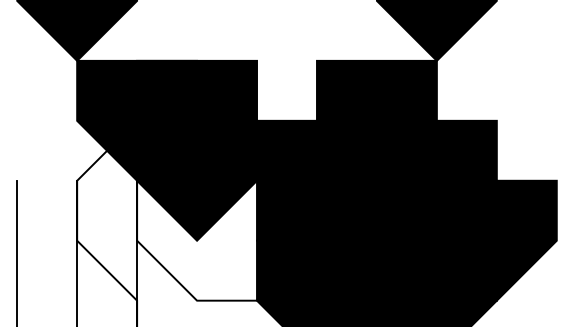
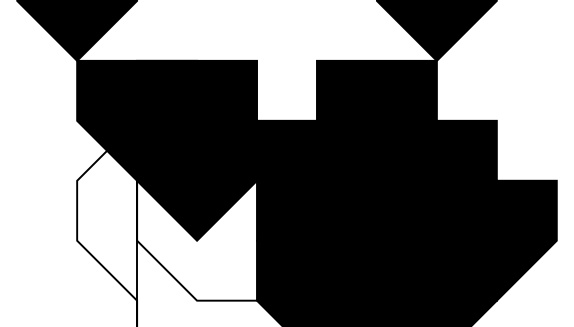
line at (17, 251): present -> none
line at (77, 251): present -> none
